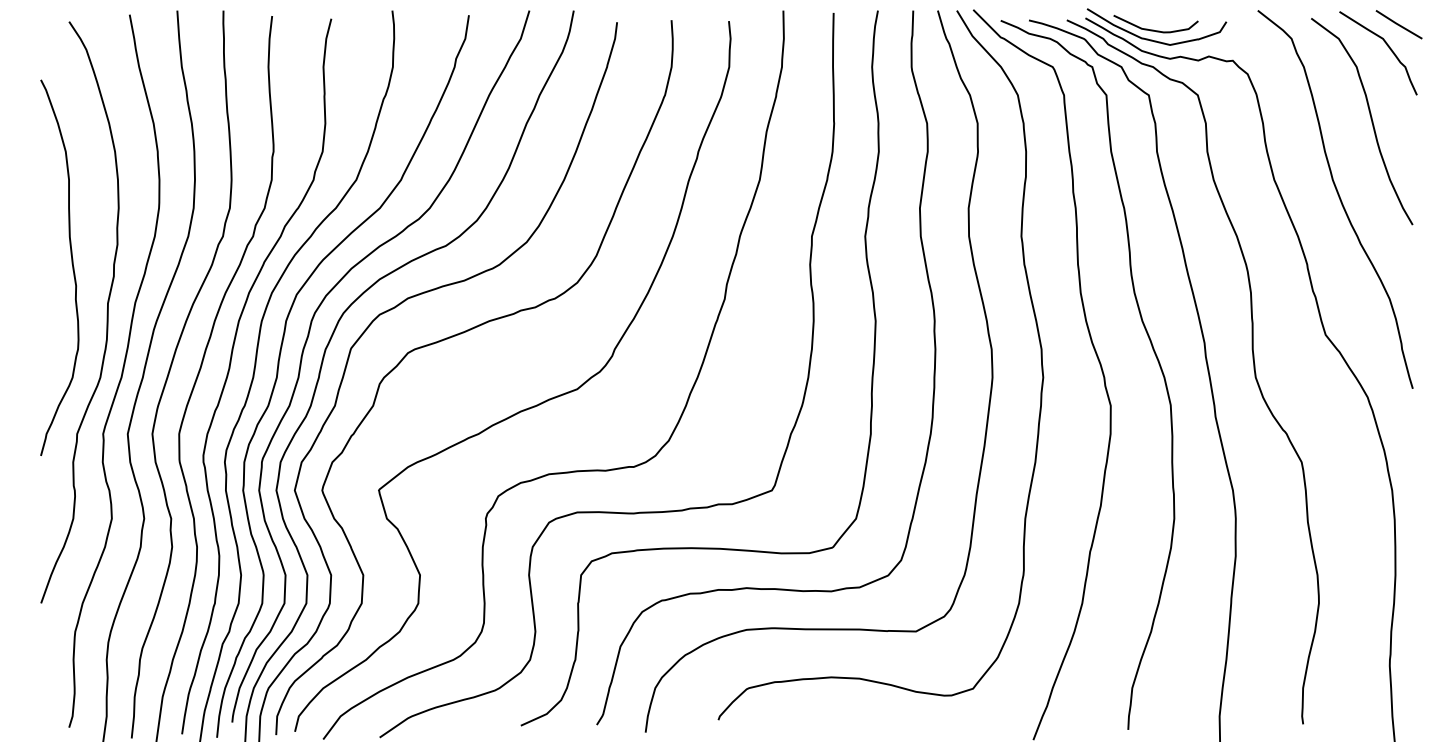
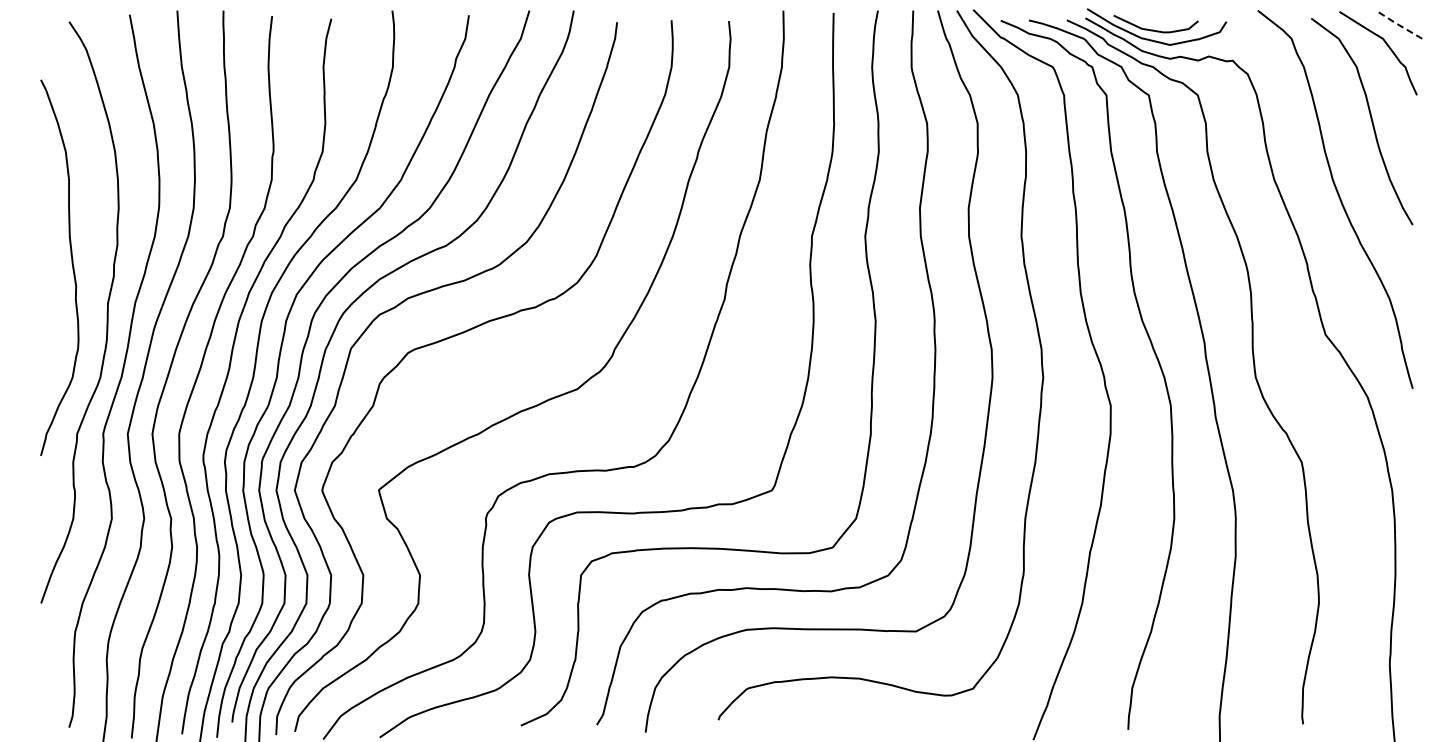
line at (1398, 24): solid -> dashed
